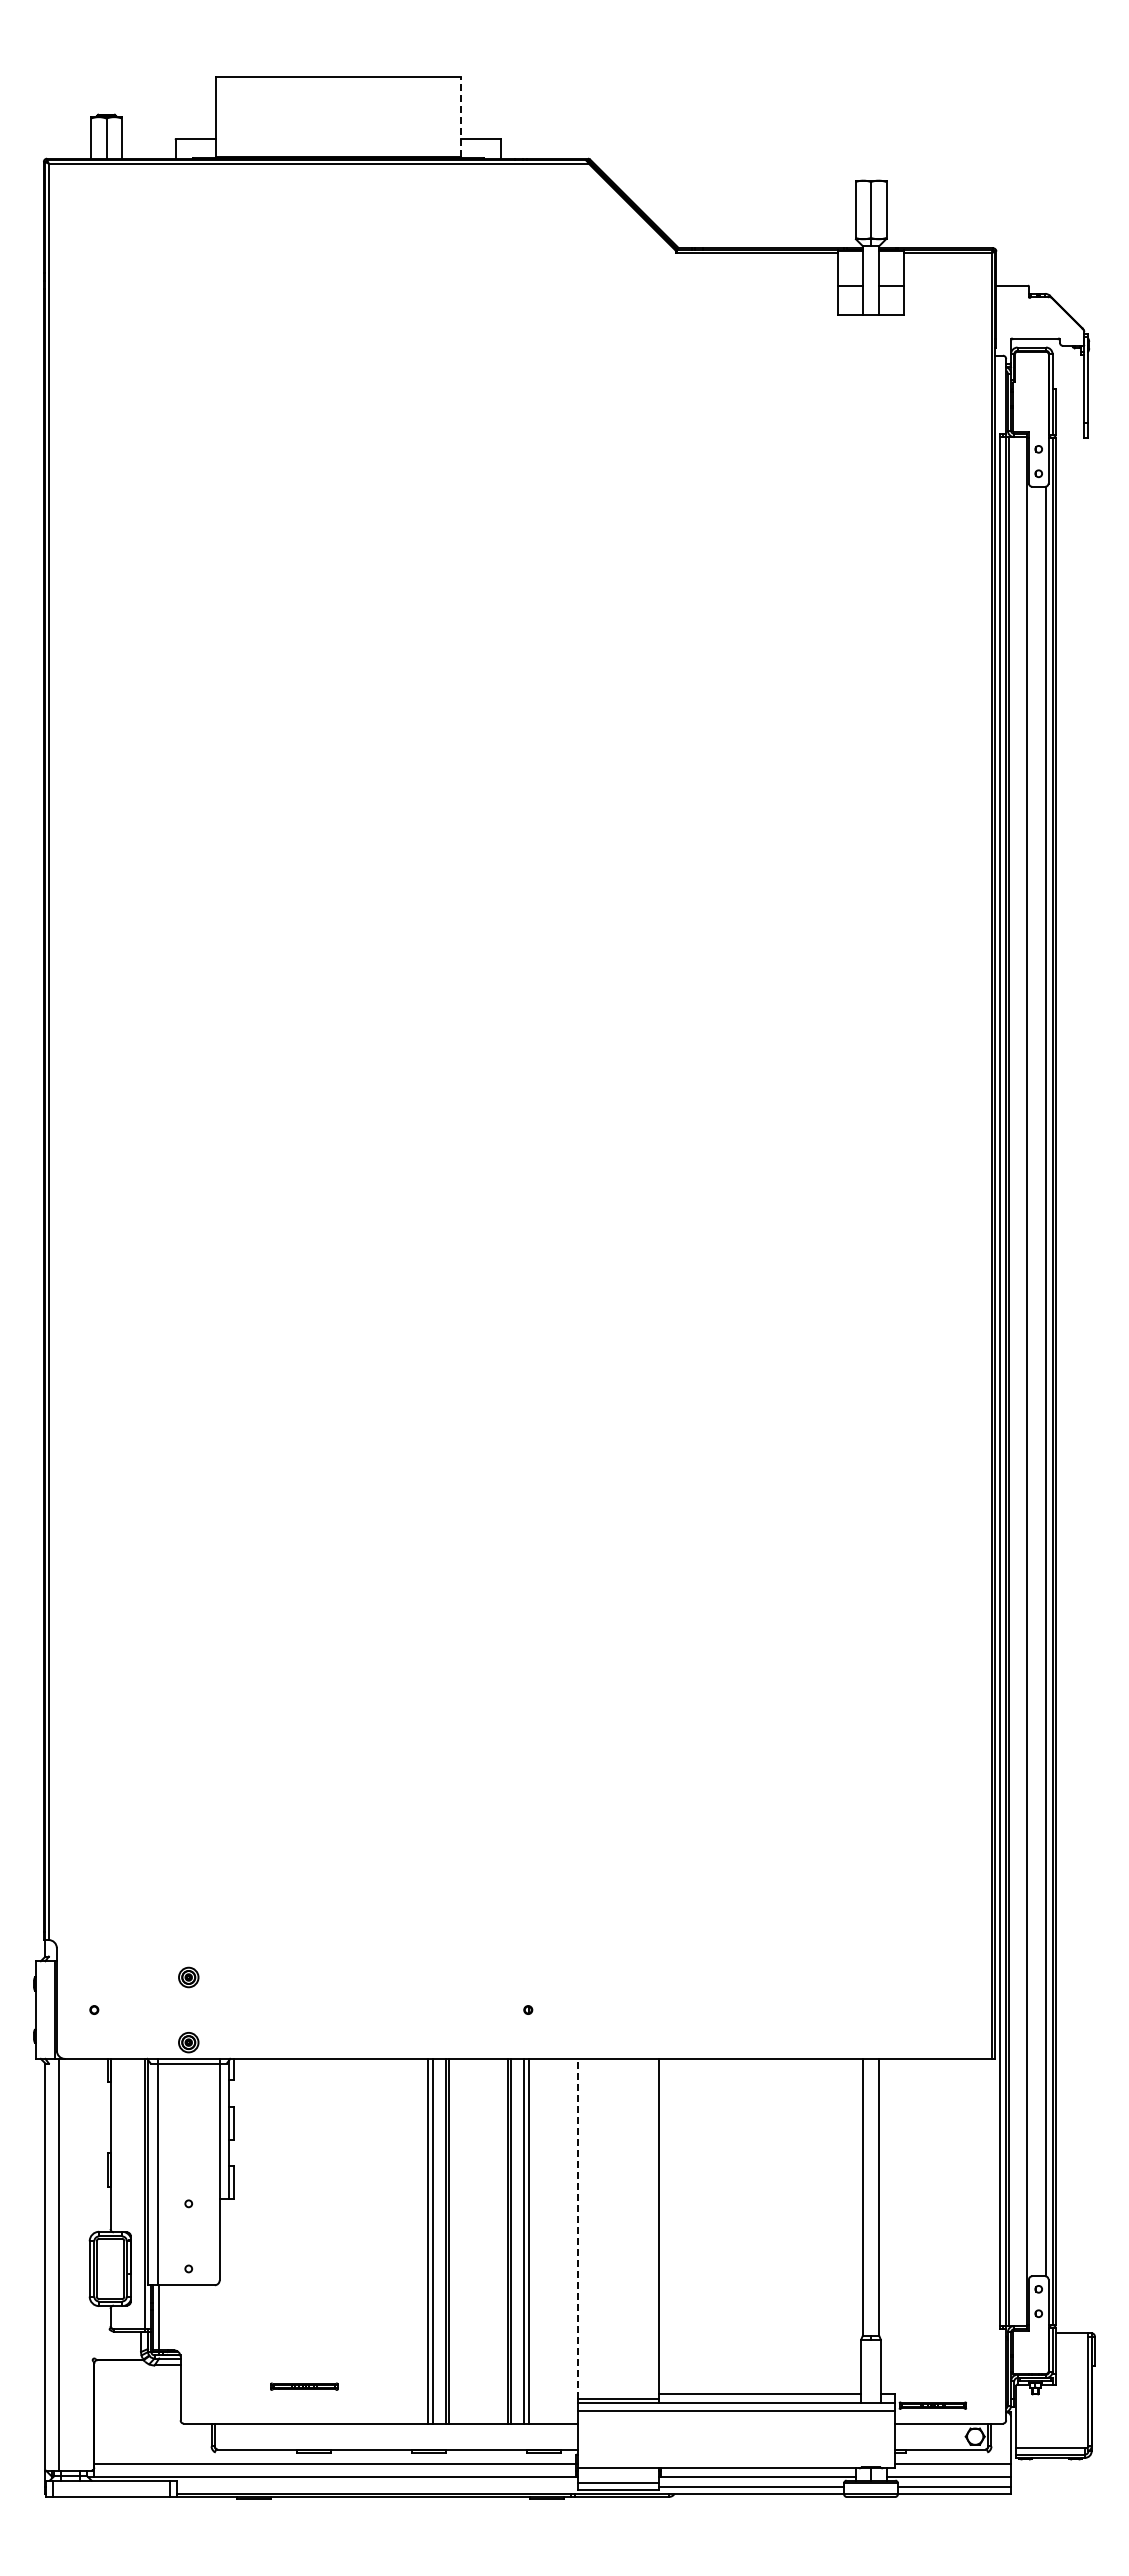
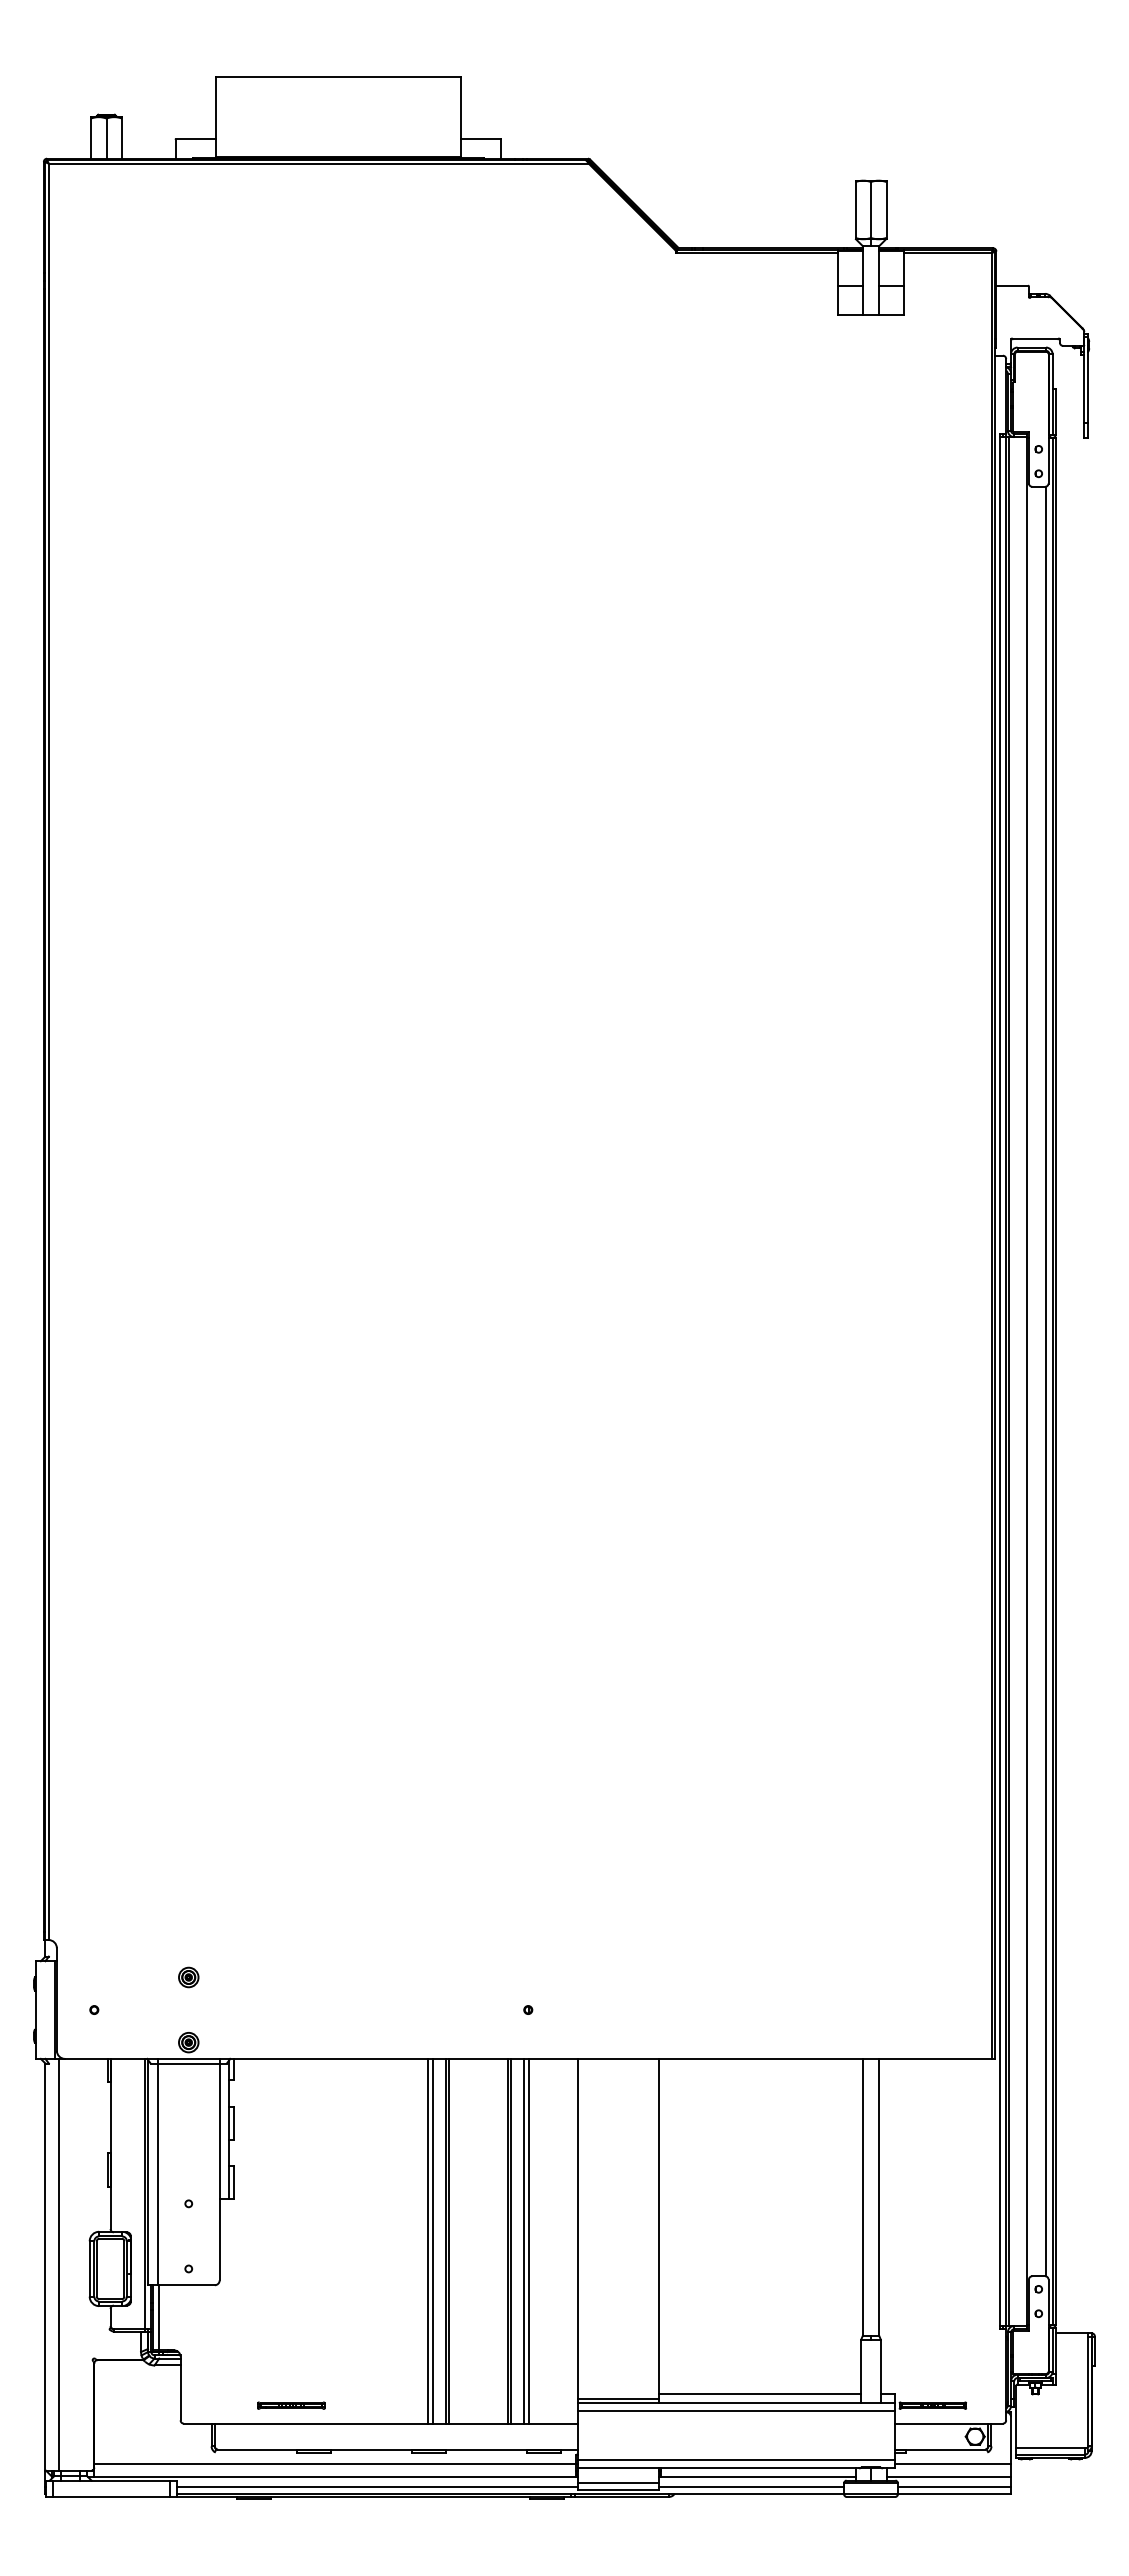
line at (460, 117): dashed -> solid
line at (577, 2228): dashed -> solid
part at (304, 2386) position: (304, 2386) -> (291, 2405)
line at (736, 2460): none -> present
line at (376, 2487): none -> present
